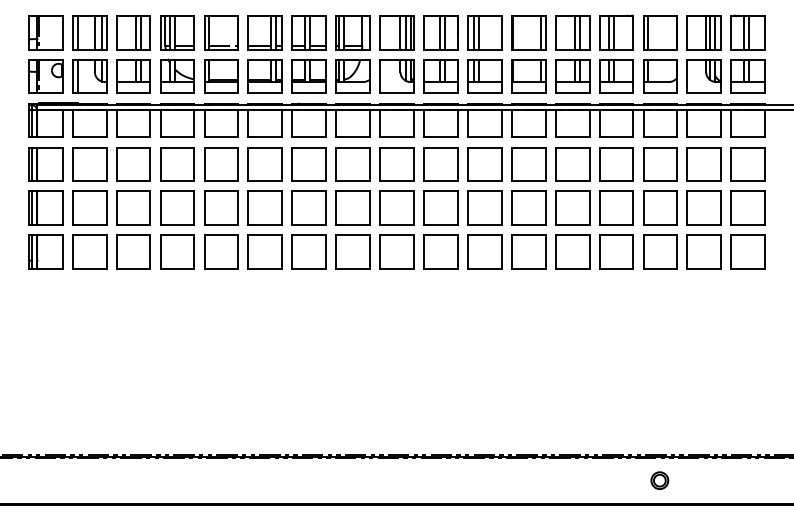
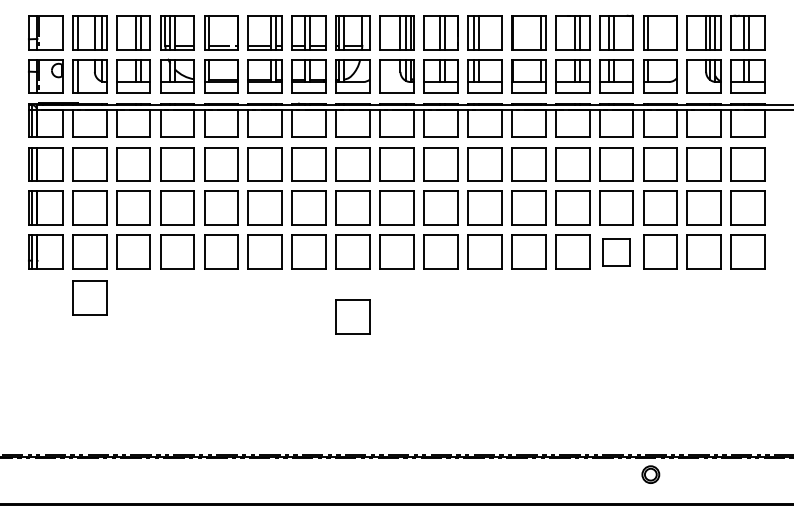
part at (616, 251) size: 35x36 px -> 29x29 px
part at (89, 297): none -> present
part at (352, 316): none -> present
part at (659, 480) position: (659, 480) -> (650, 474)
